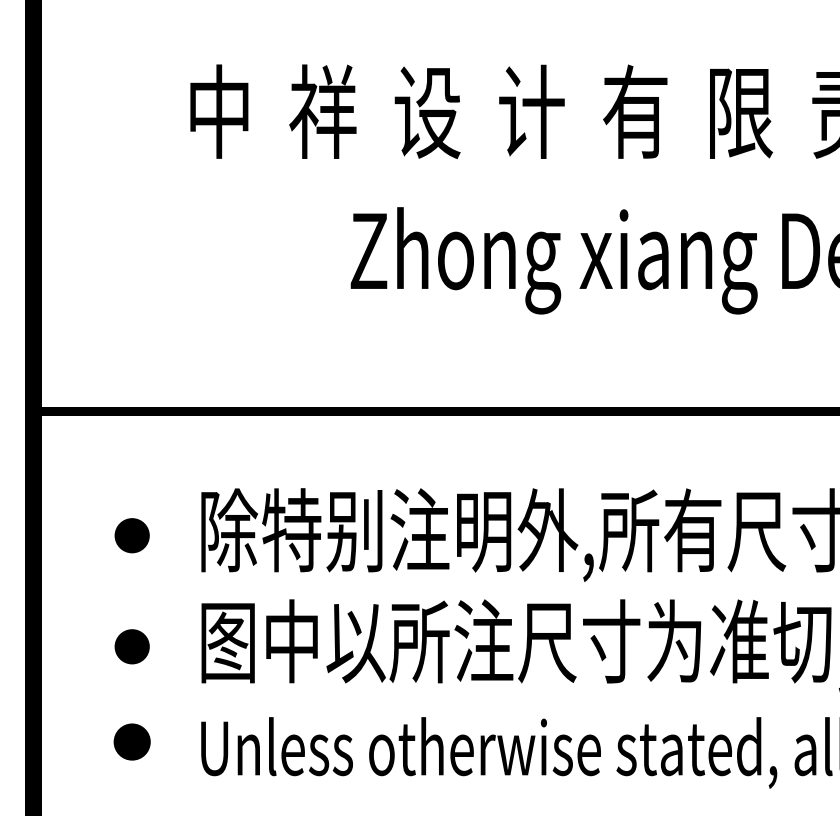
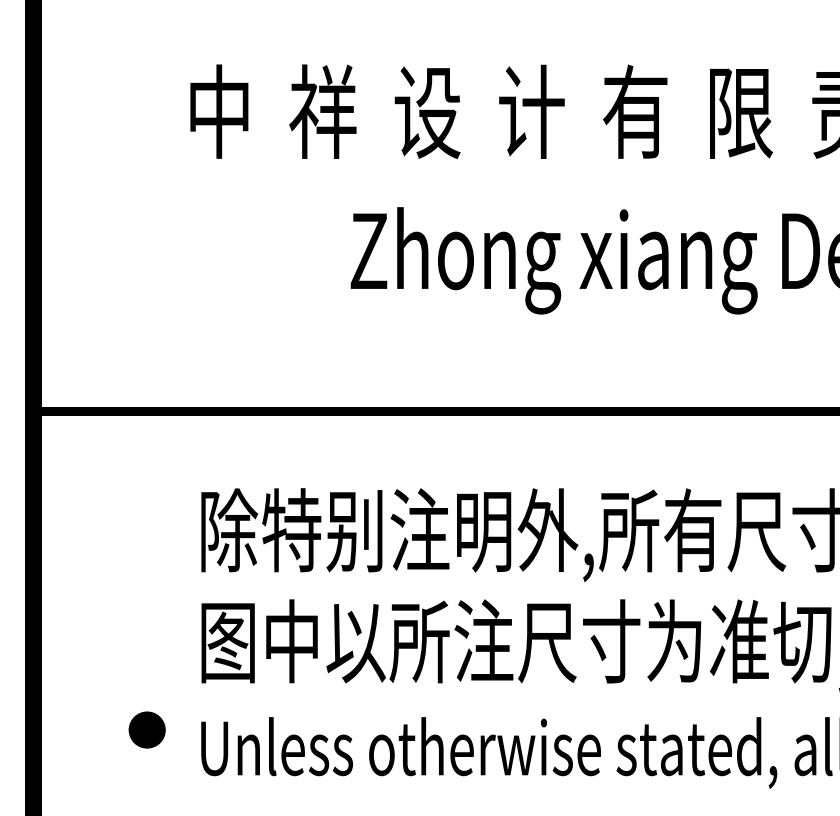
fill at (131, 535): present -> none
fill at (131, 646): present -> none
part at (131, 741) position: (131, 741) -> (146, 729)
